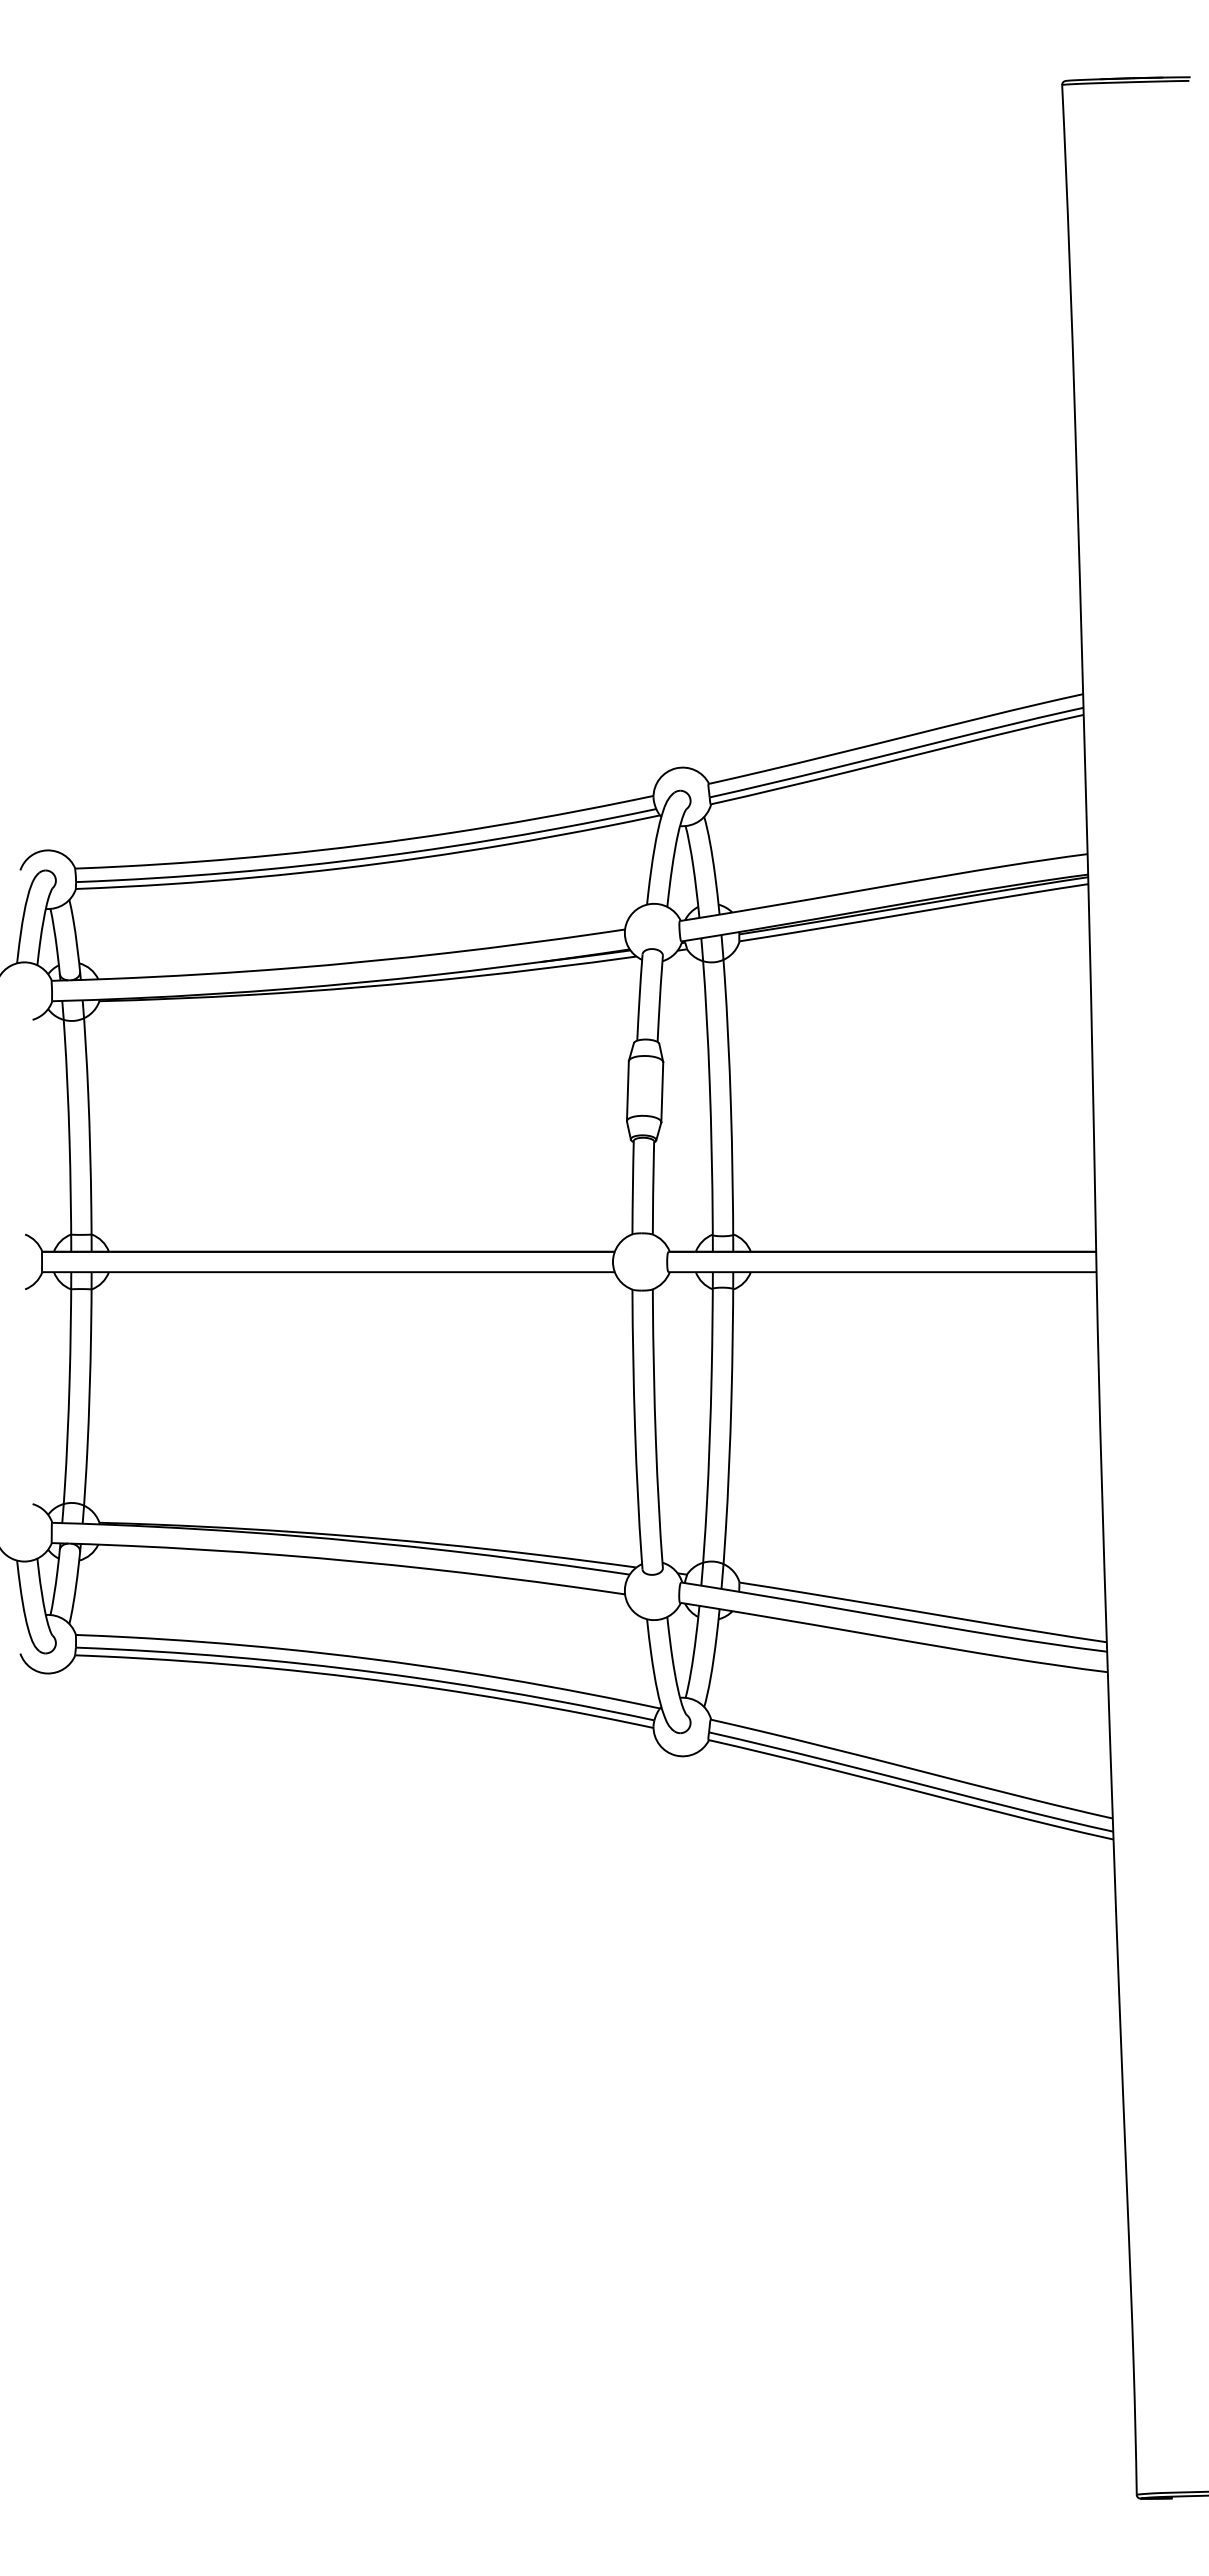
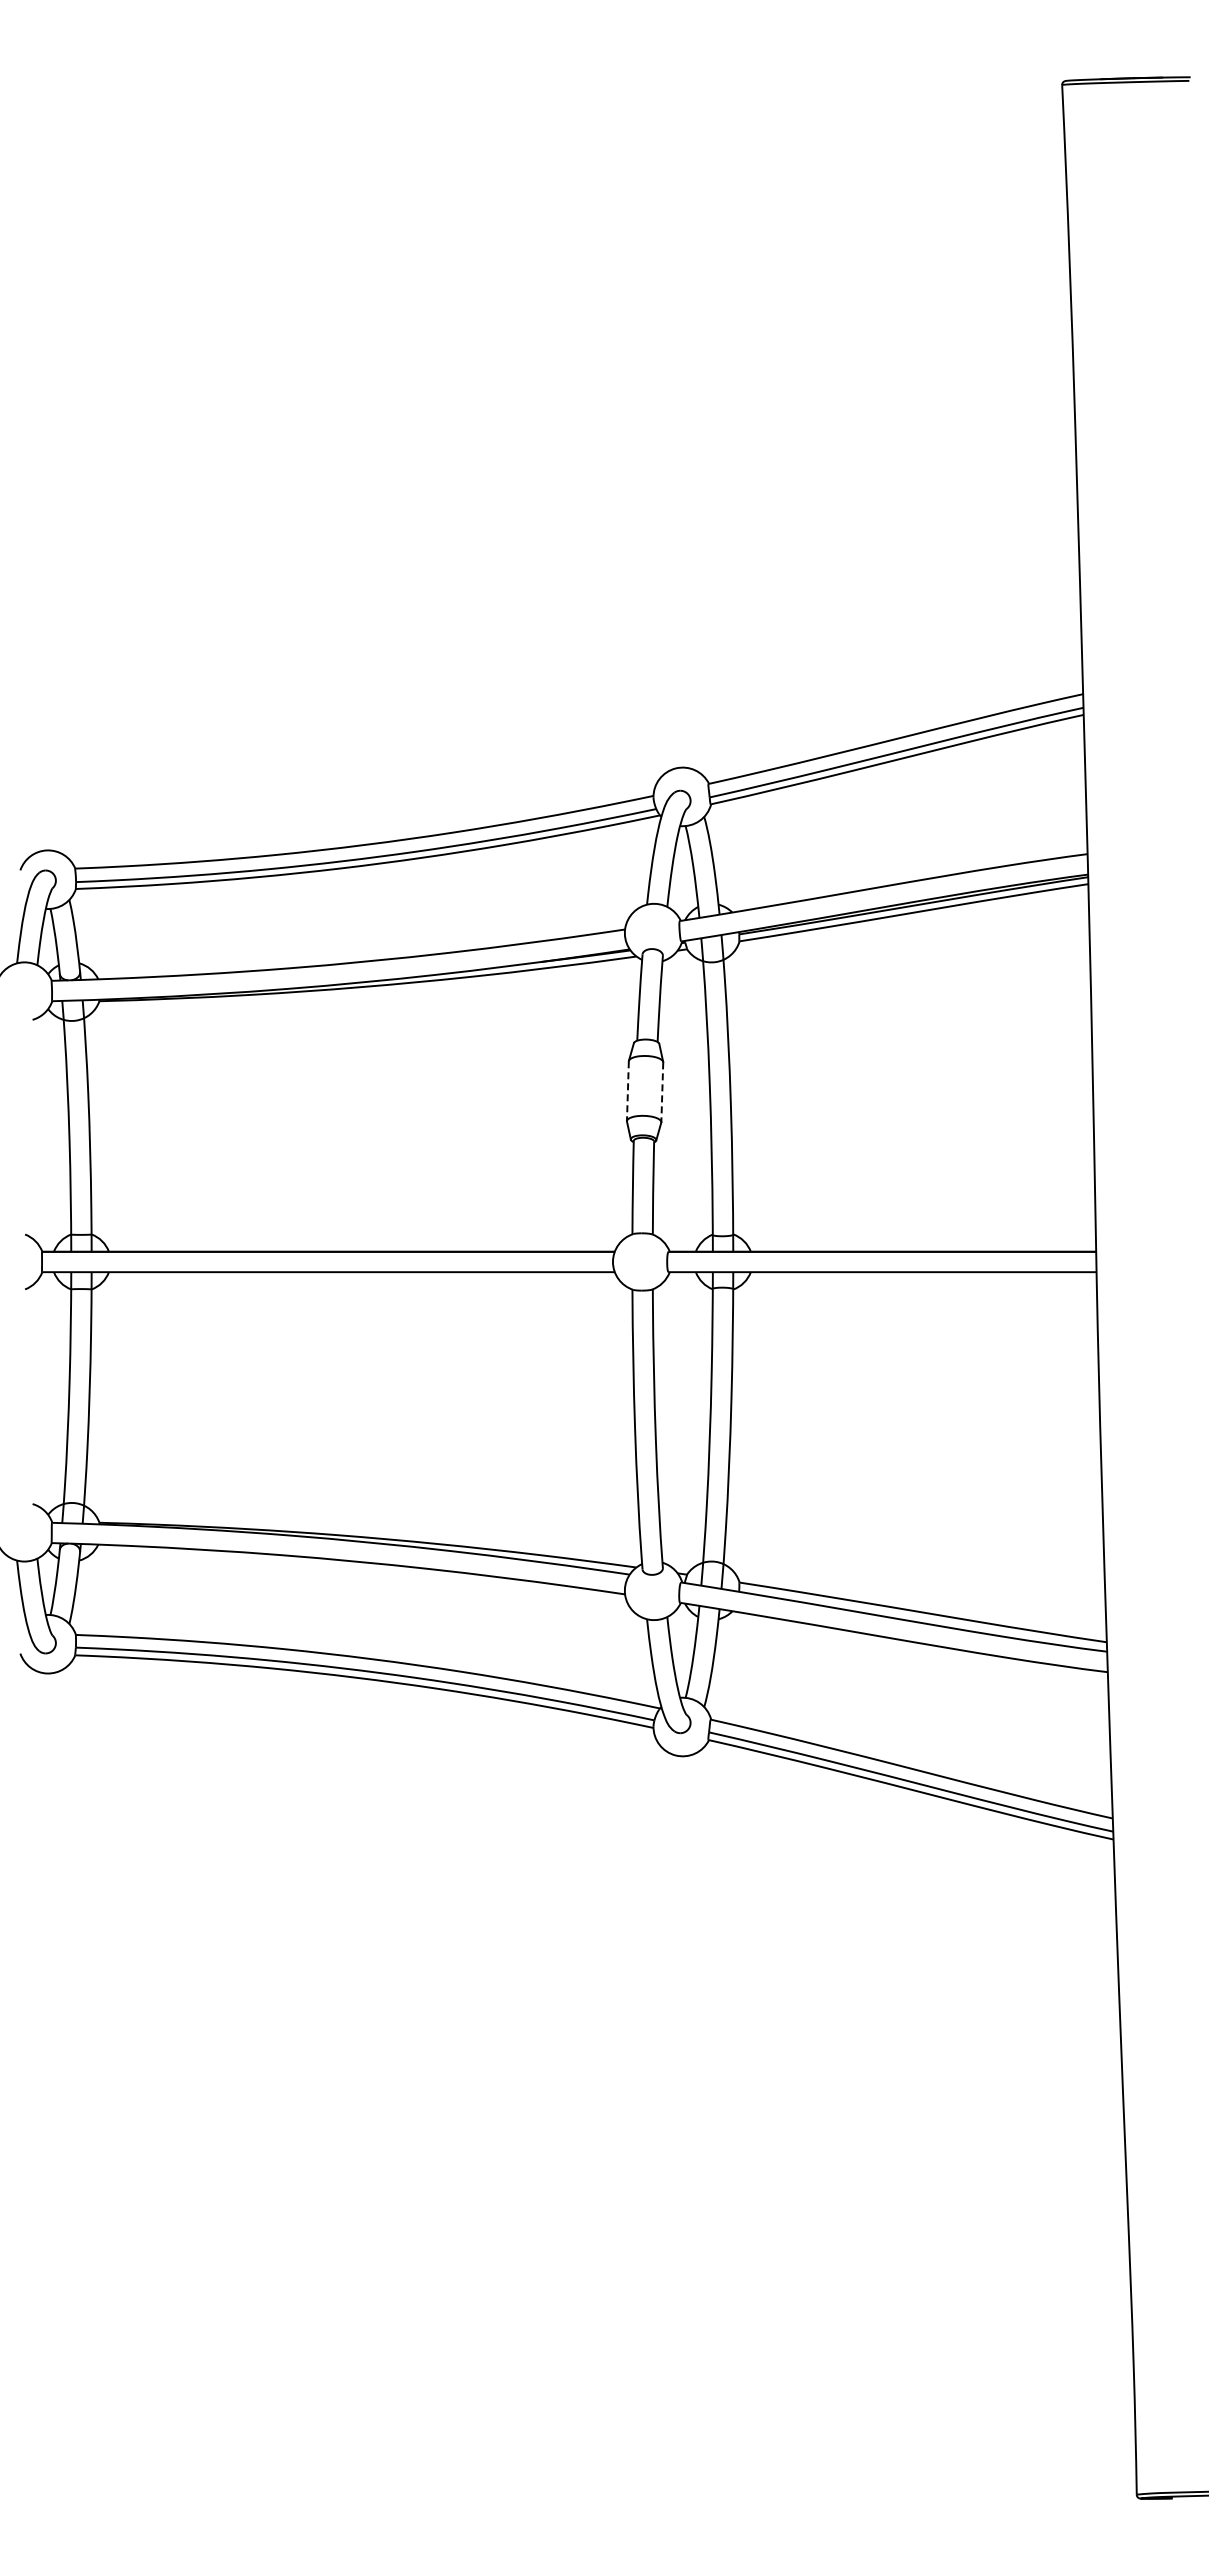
line at (627, 1091): solid -> dashed
line at (662, 1092): solid -> dashed
